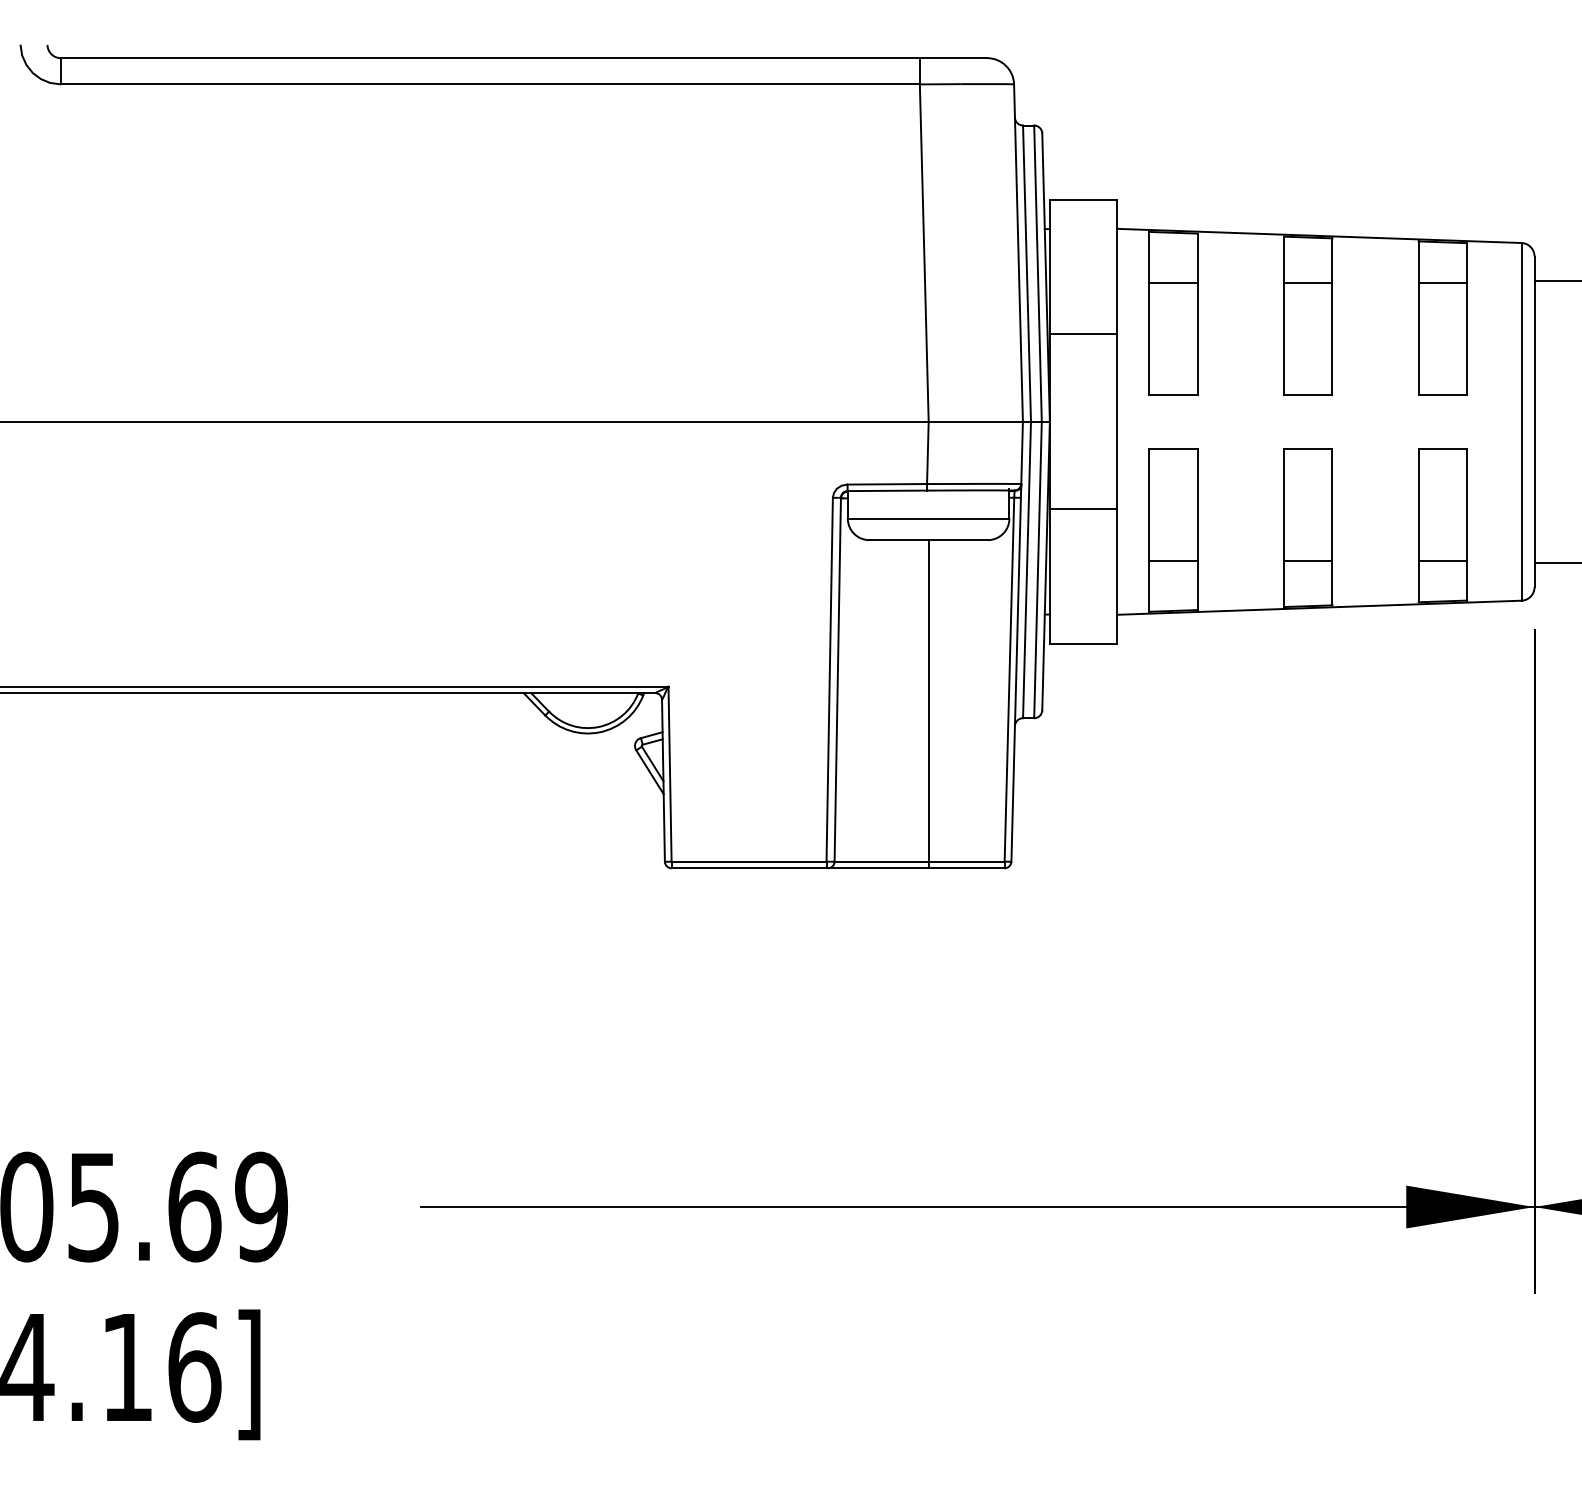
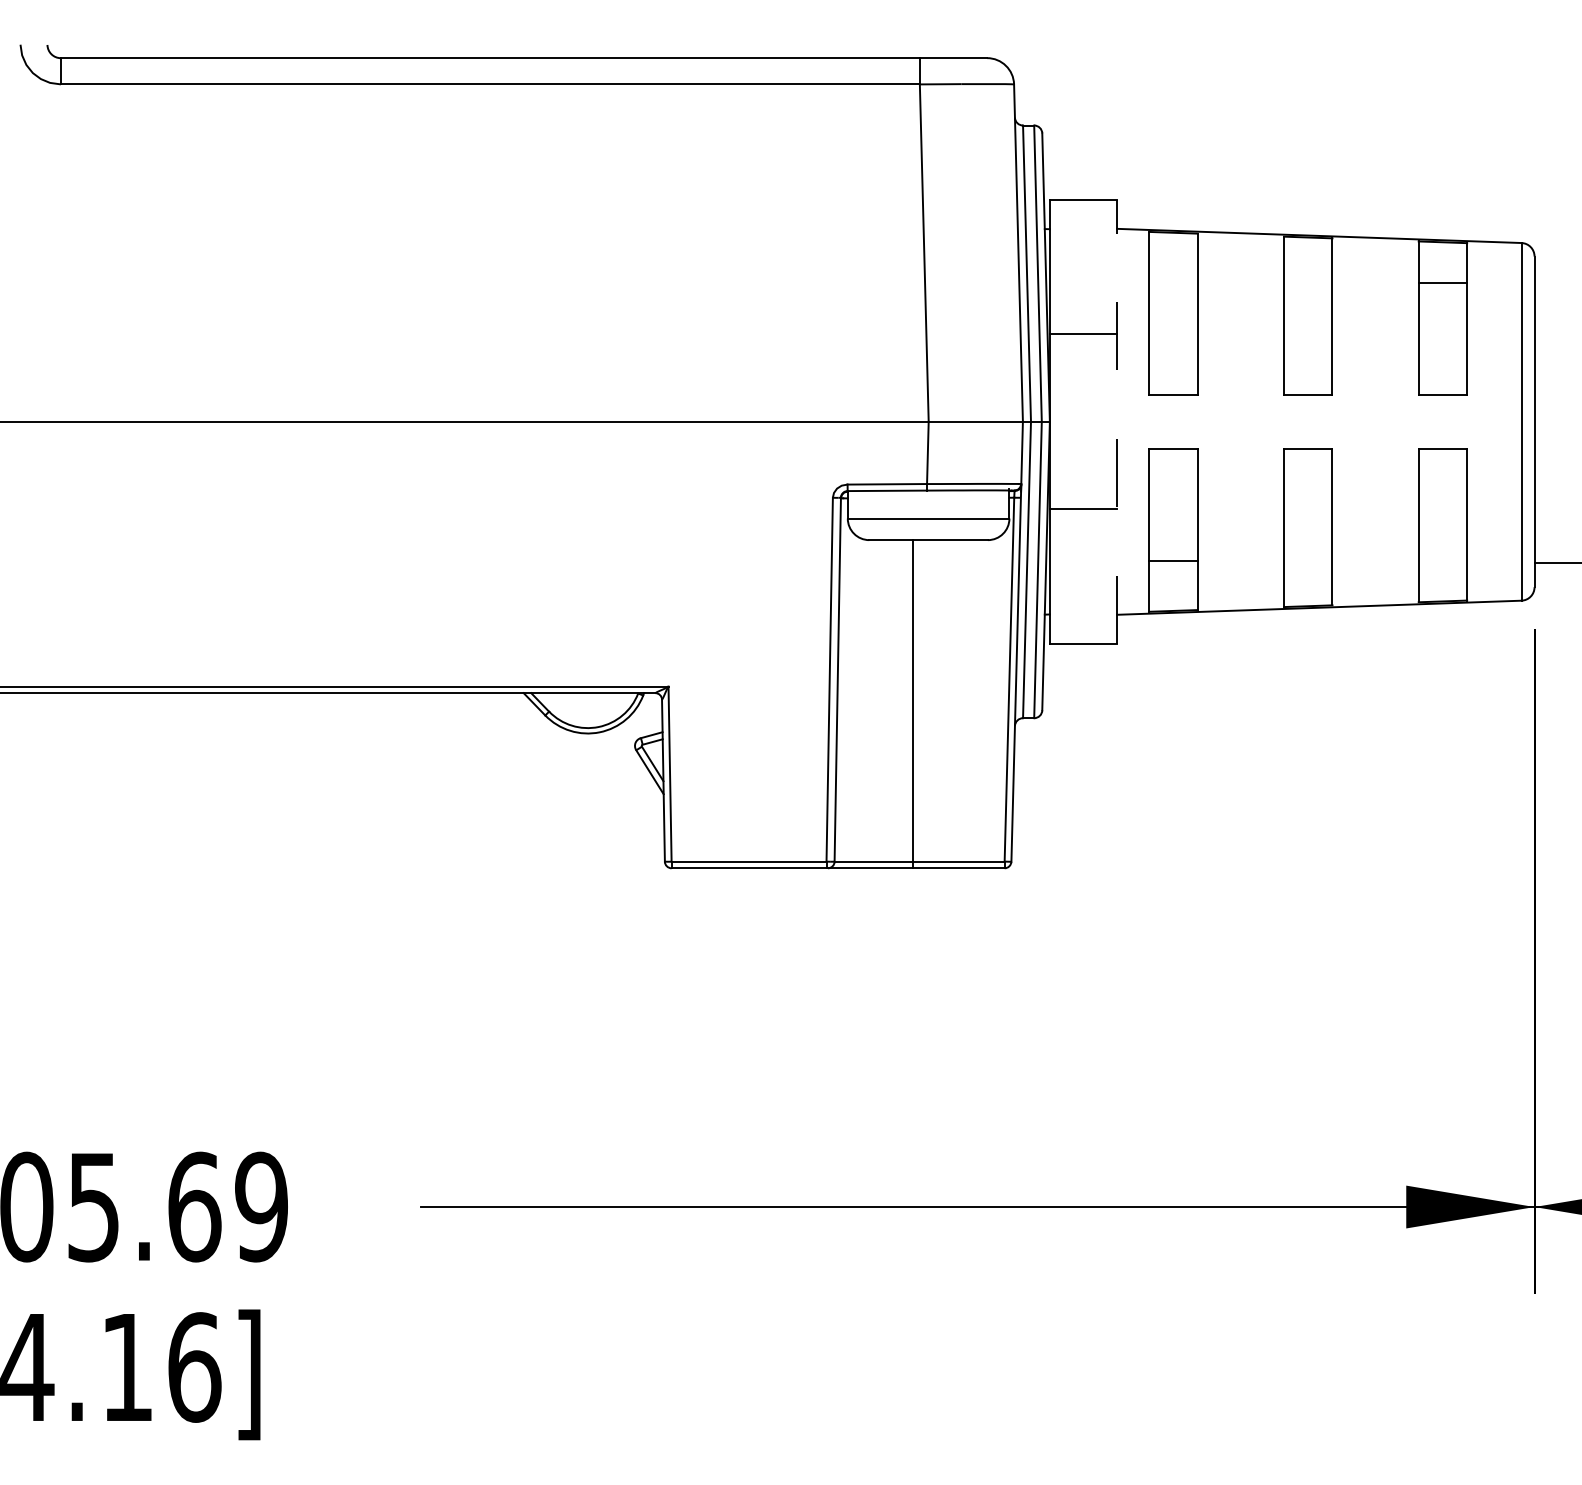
line at (1556, 280): present -> none
line at (1173, 282): present -> none
line at (1307, 282): present -> none
line at (1117, 421): solid -> dashed
line at (1307, 560): present -> none
line at (1442, 560): present -> none
line at (928, 704) position: (928, 704) -> (912, 704)
